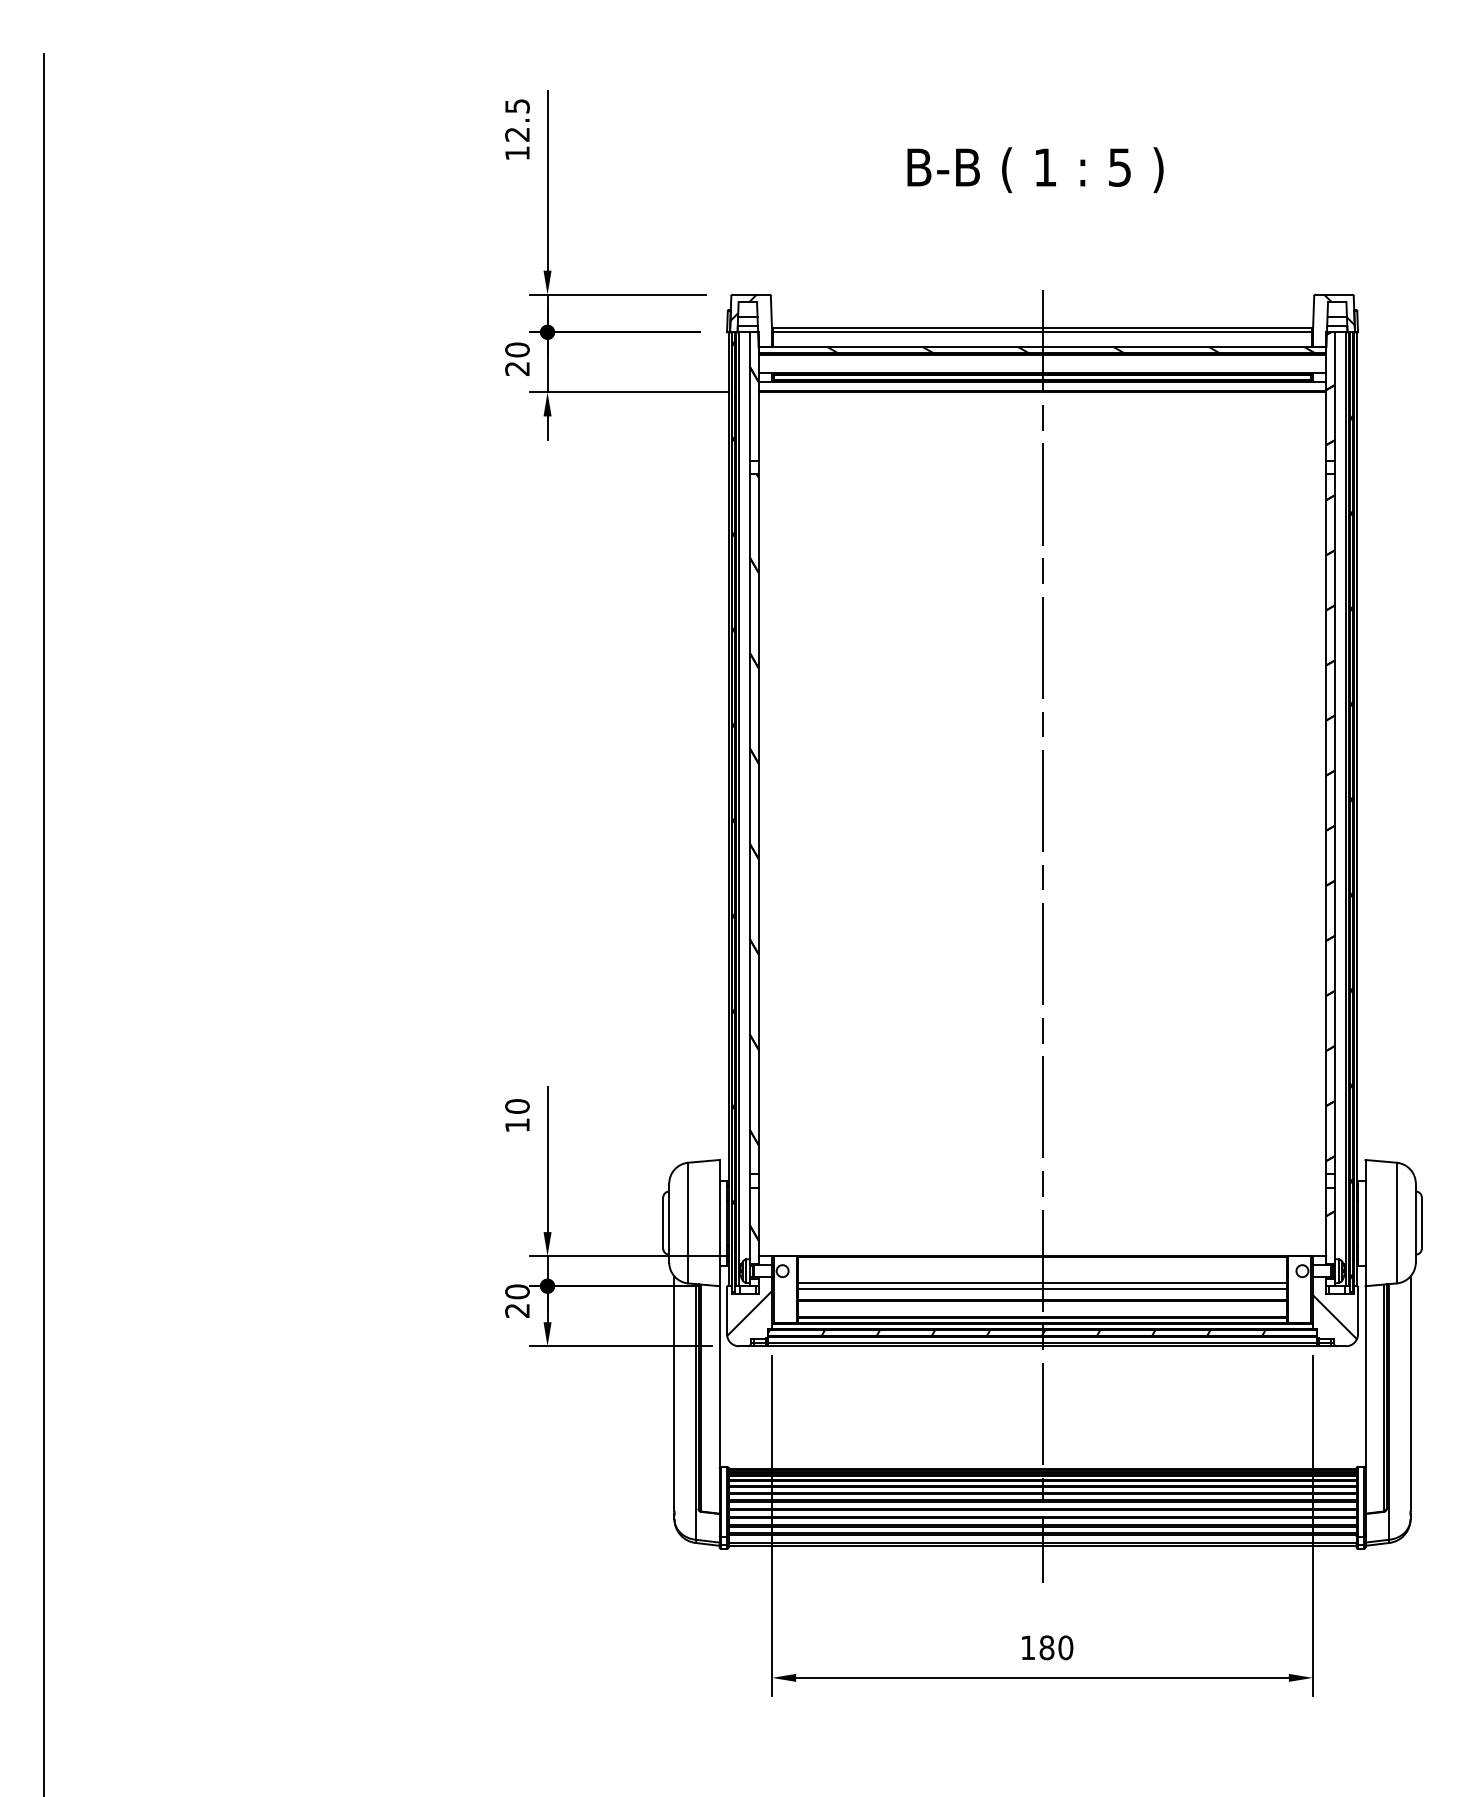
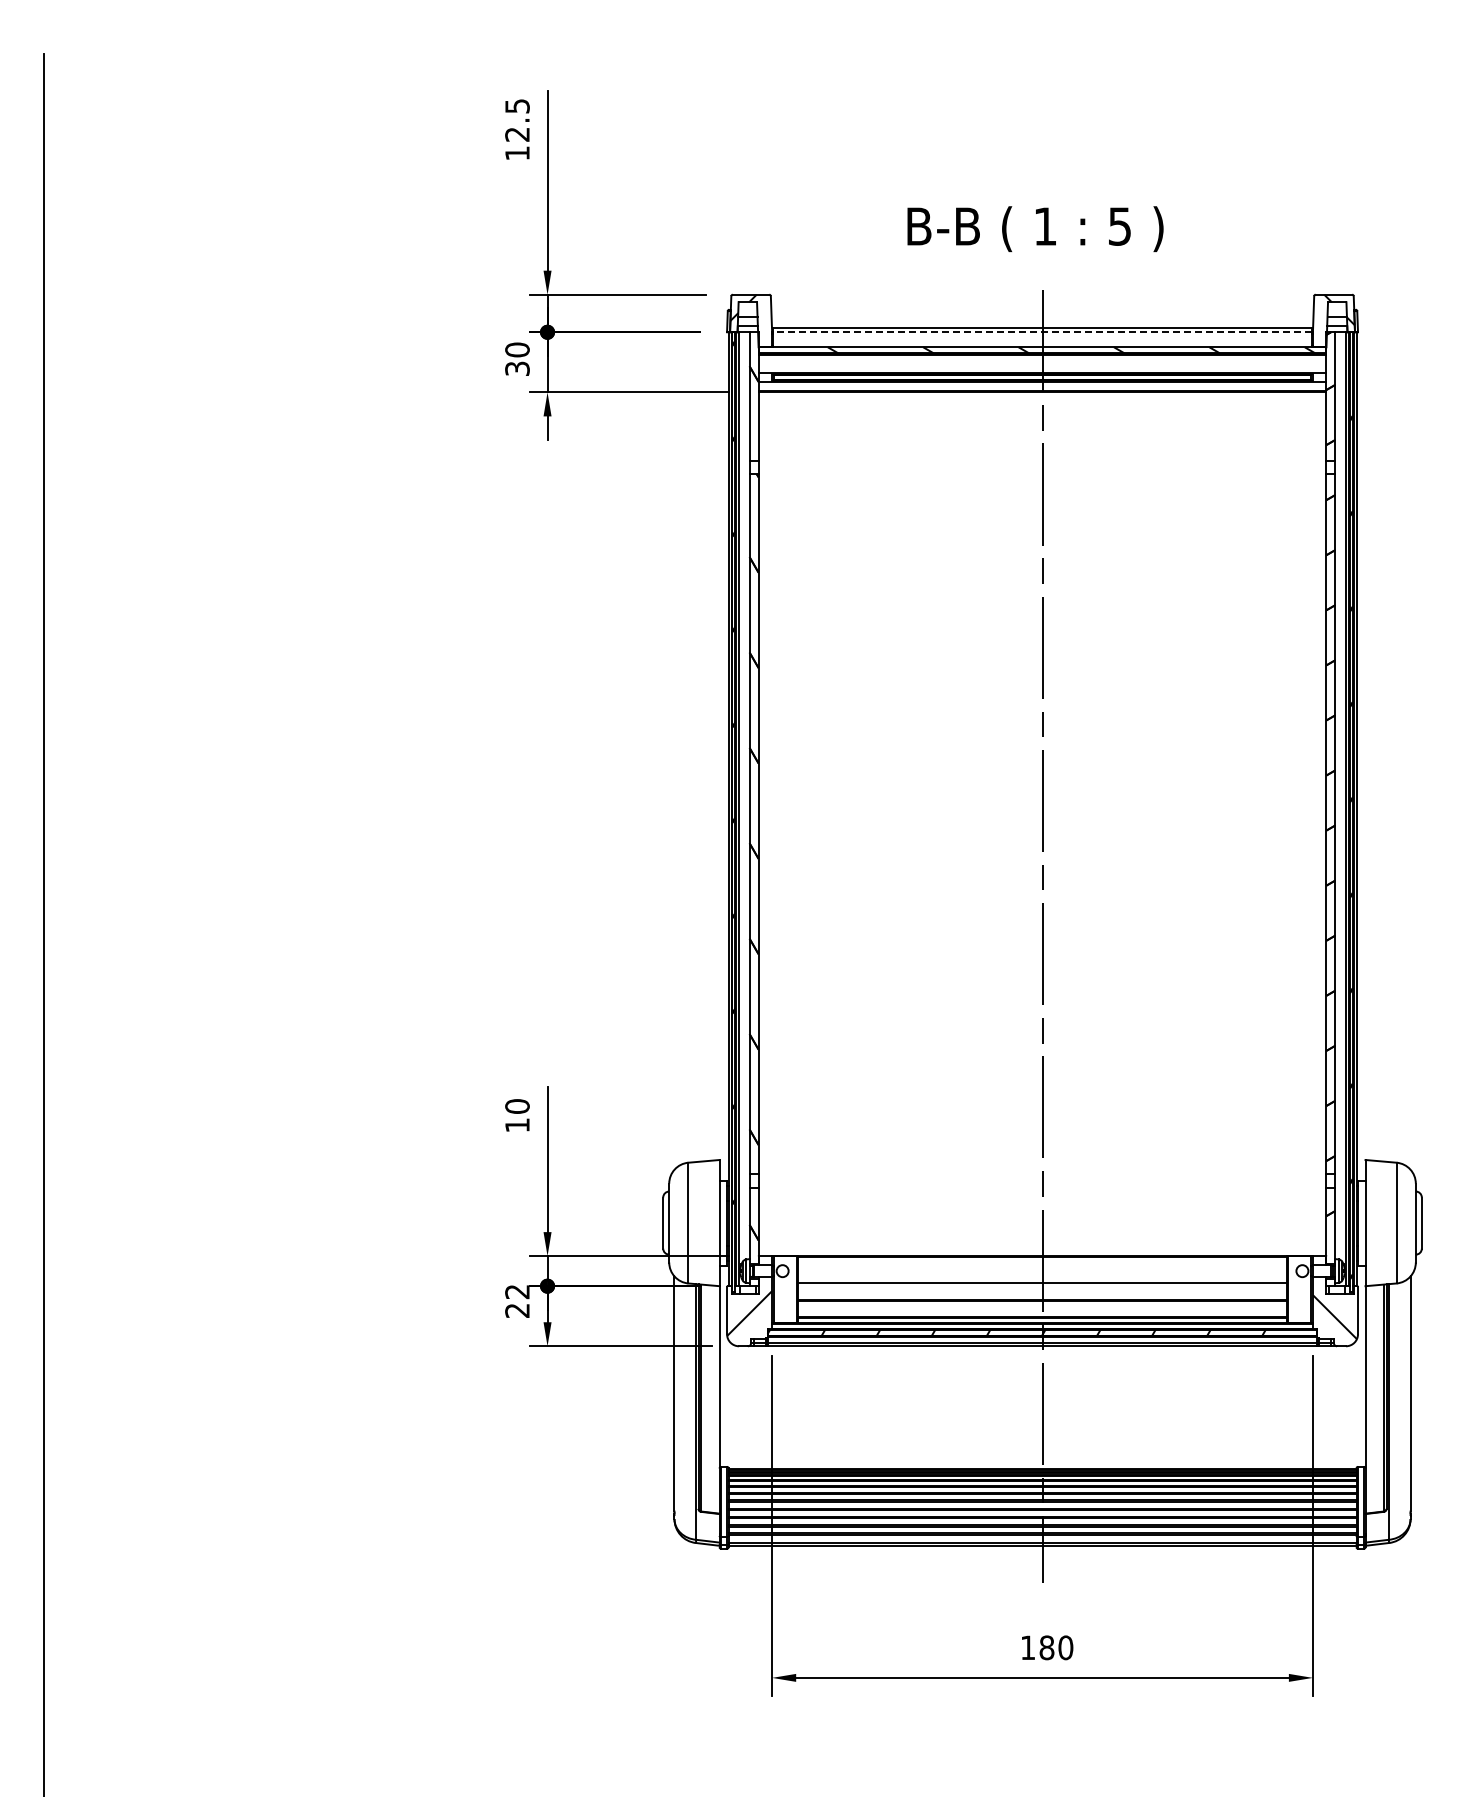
text at (1035, 169) position: (1035, 169) -> (1035, 228)
line at (1042, 332): solid -> dashed
text at (517, 368): 20 -> 30
line at (1042, 1289): present -> none
text at (517, 1291): 20 -> 22
